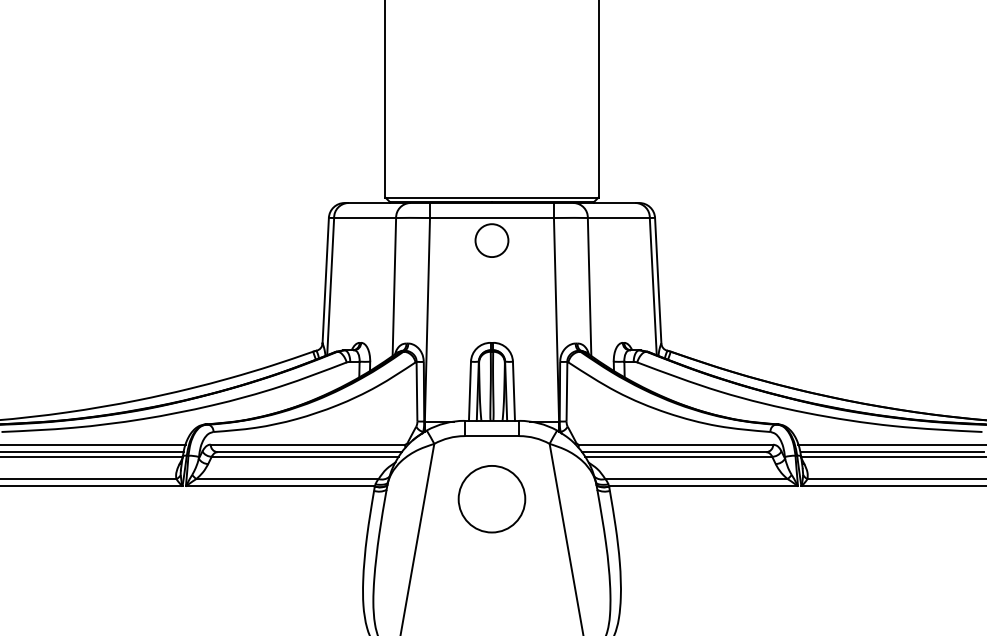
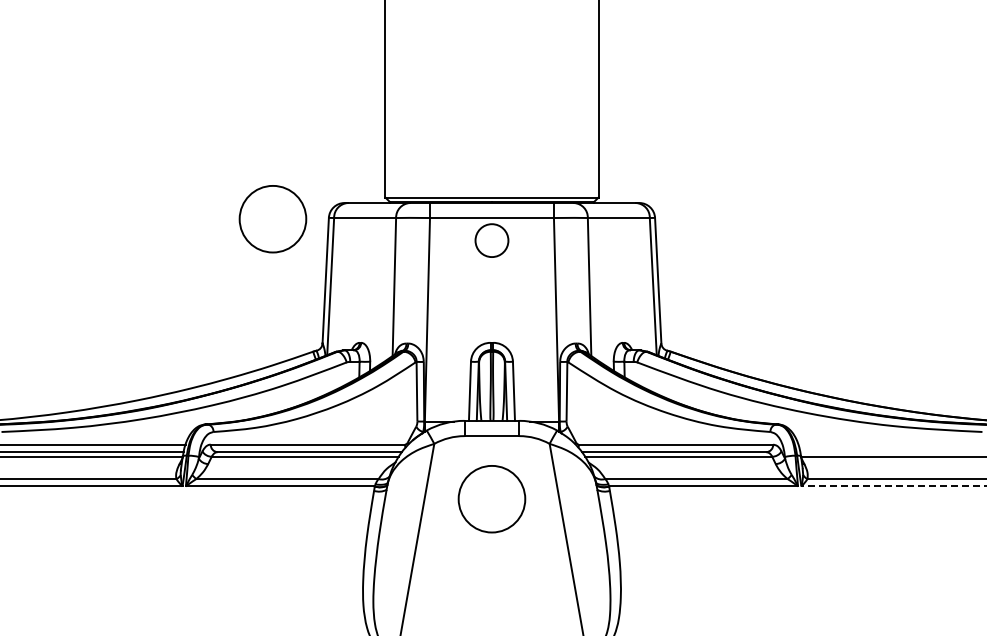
circle at (272, 219): none -> present
line at (890, 444): present -> none
line at (891, 452): present -> none
line at (893, 486): solid -> dashed
